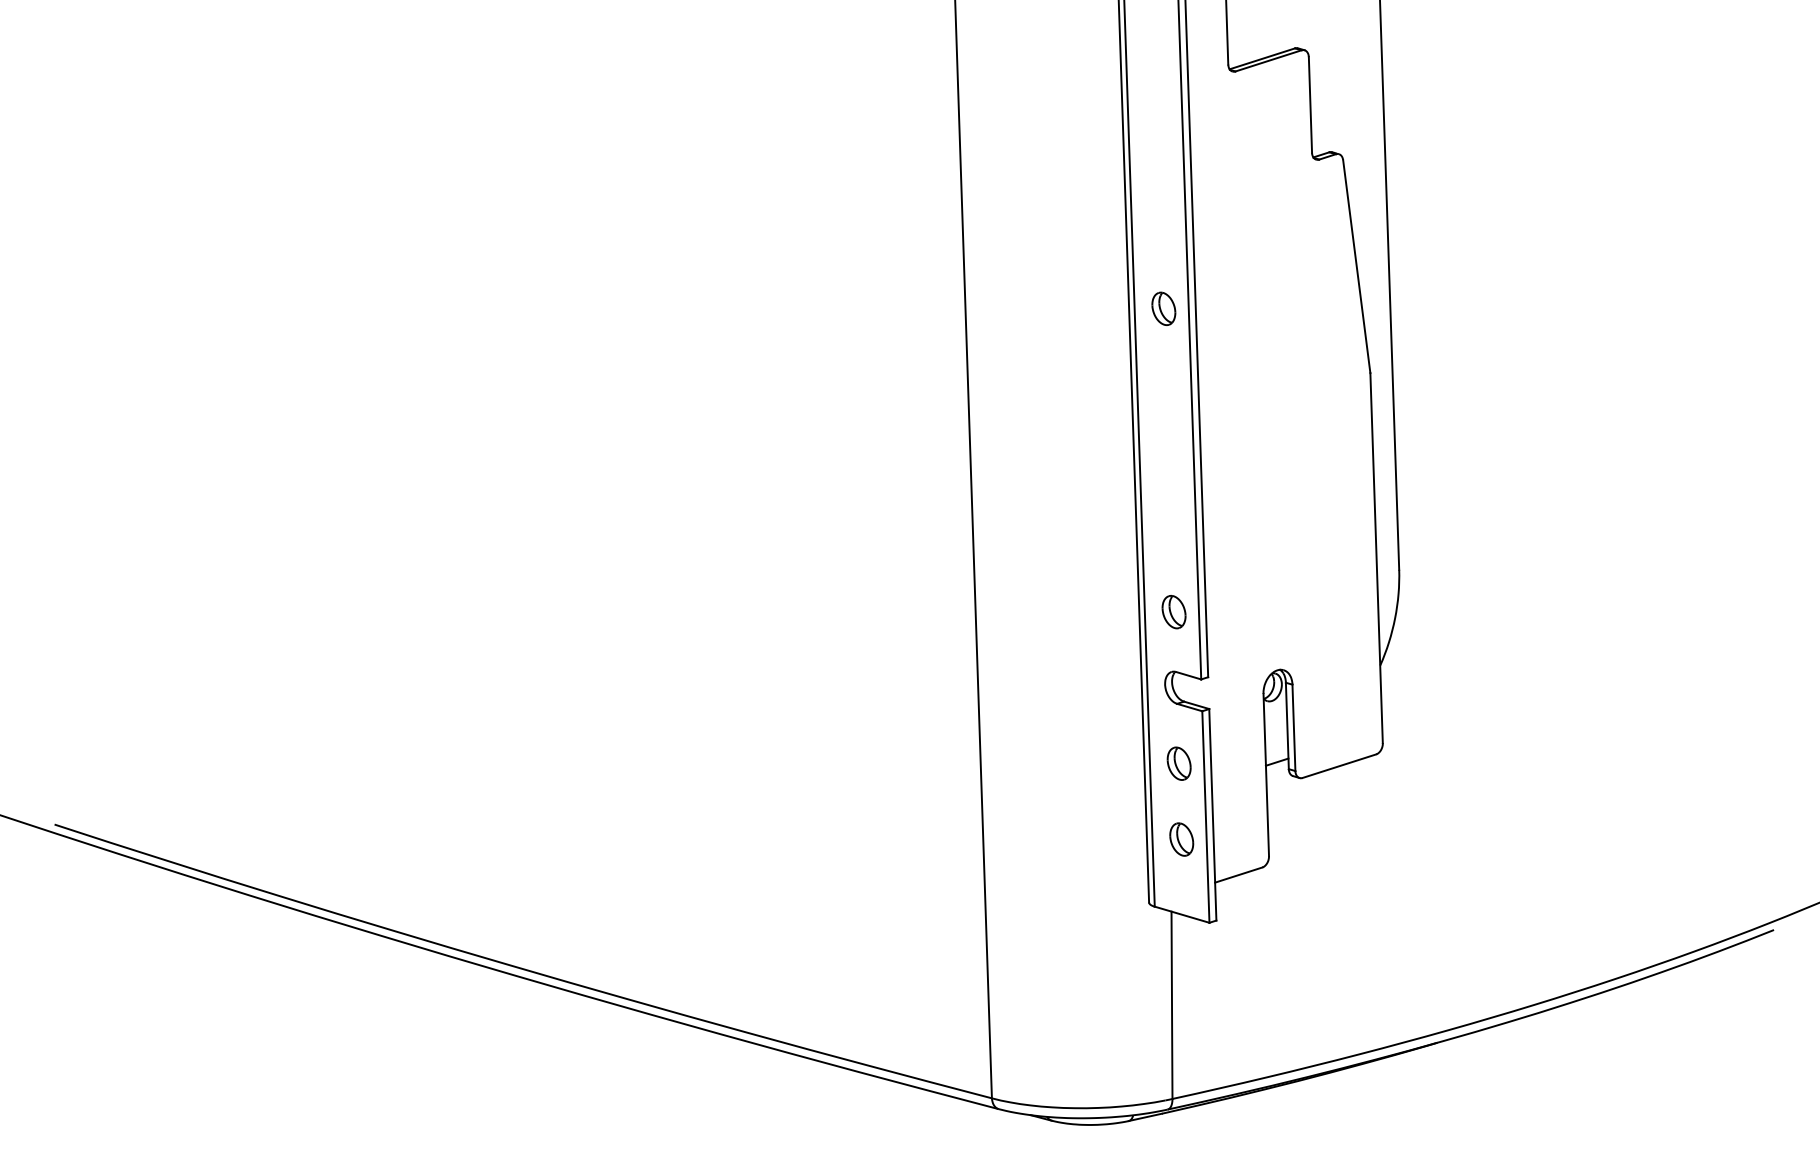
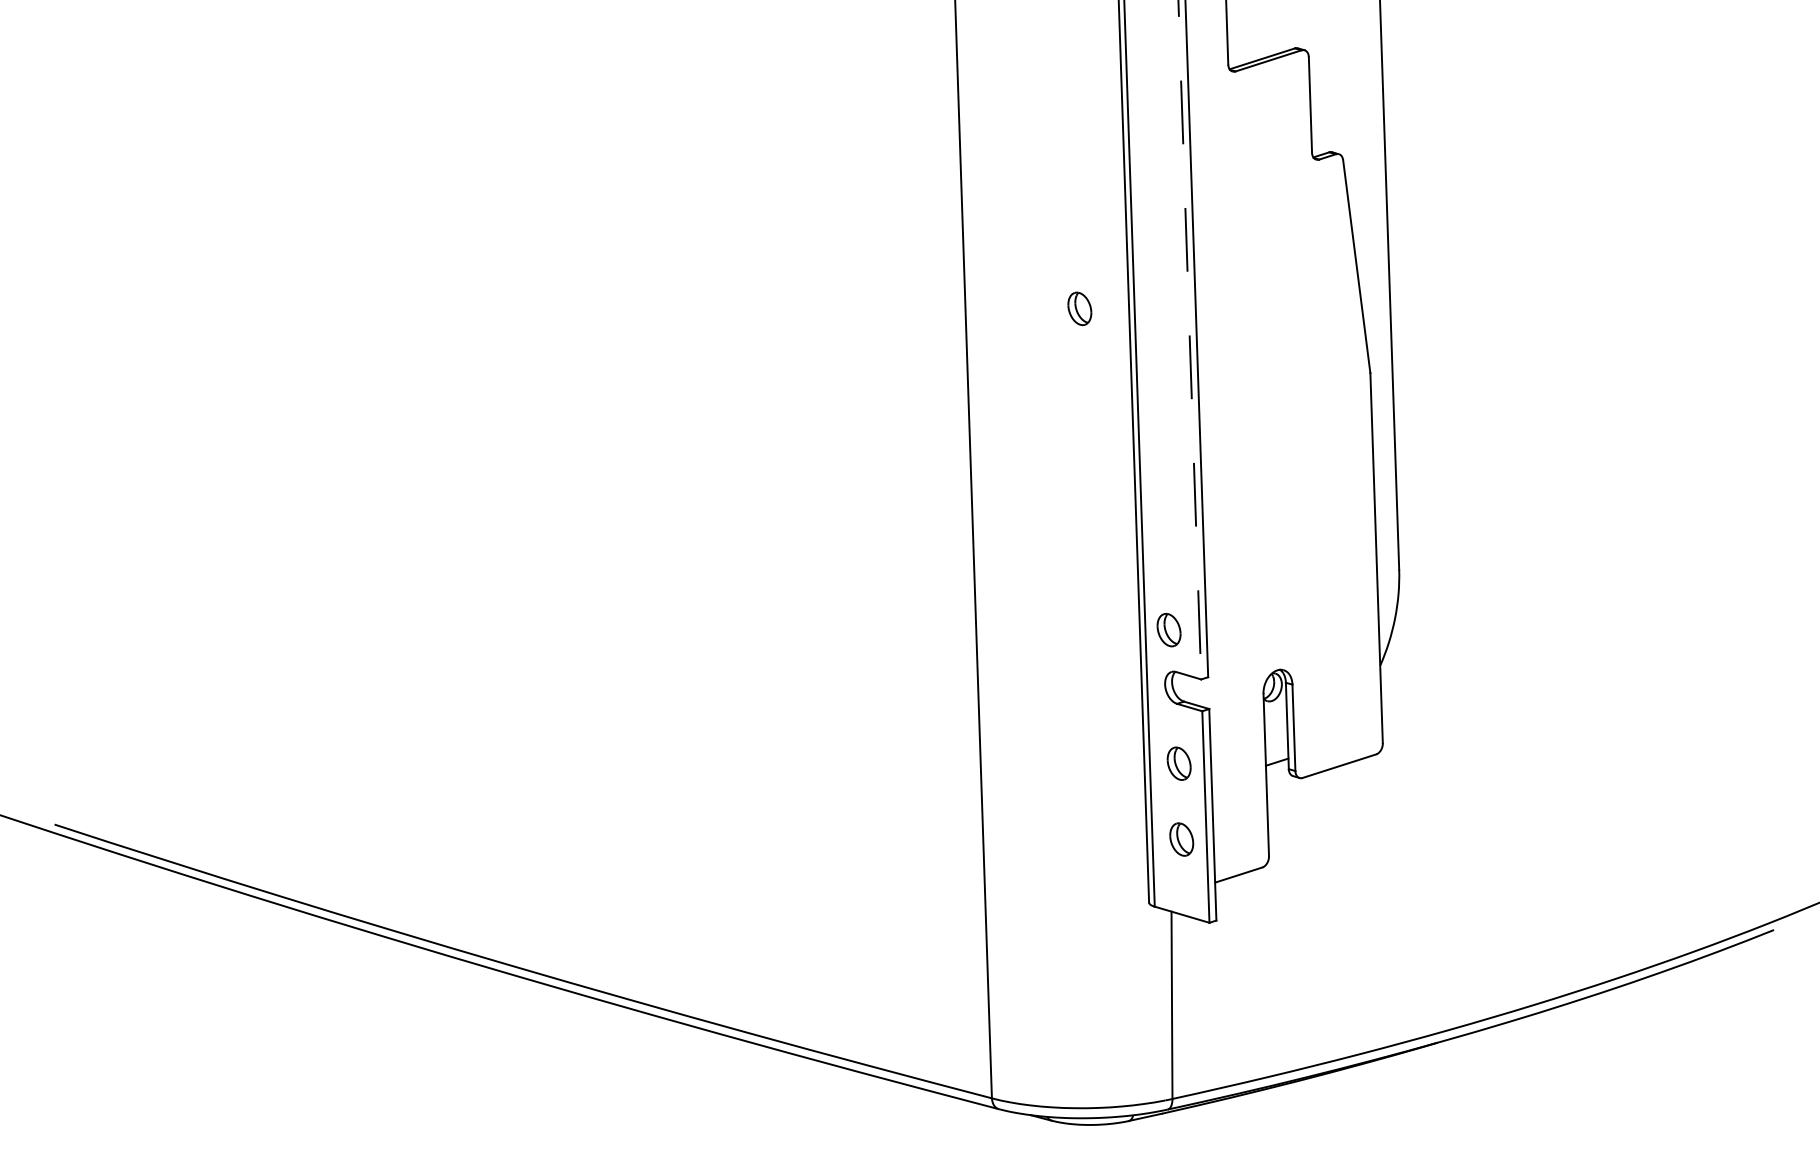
part at (1163, 308) position: (1163, 308) -> (1079, 308)
line at (1189, 339): solid -> dashed
part at (1173, 612) position: (1173, 612) -> (1168, 630)
